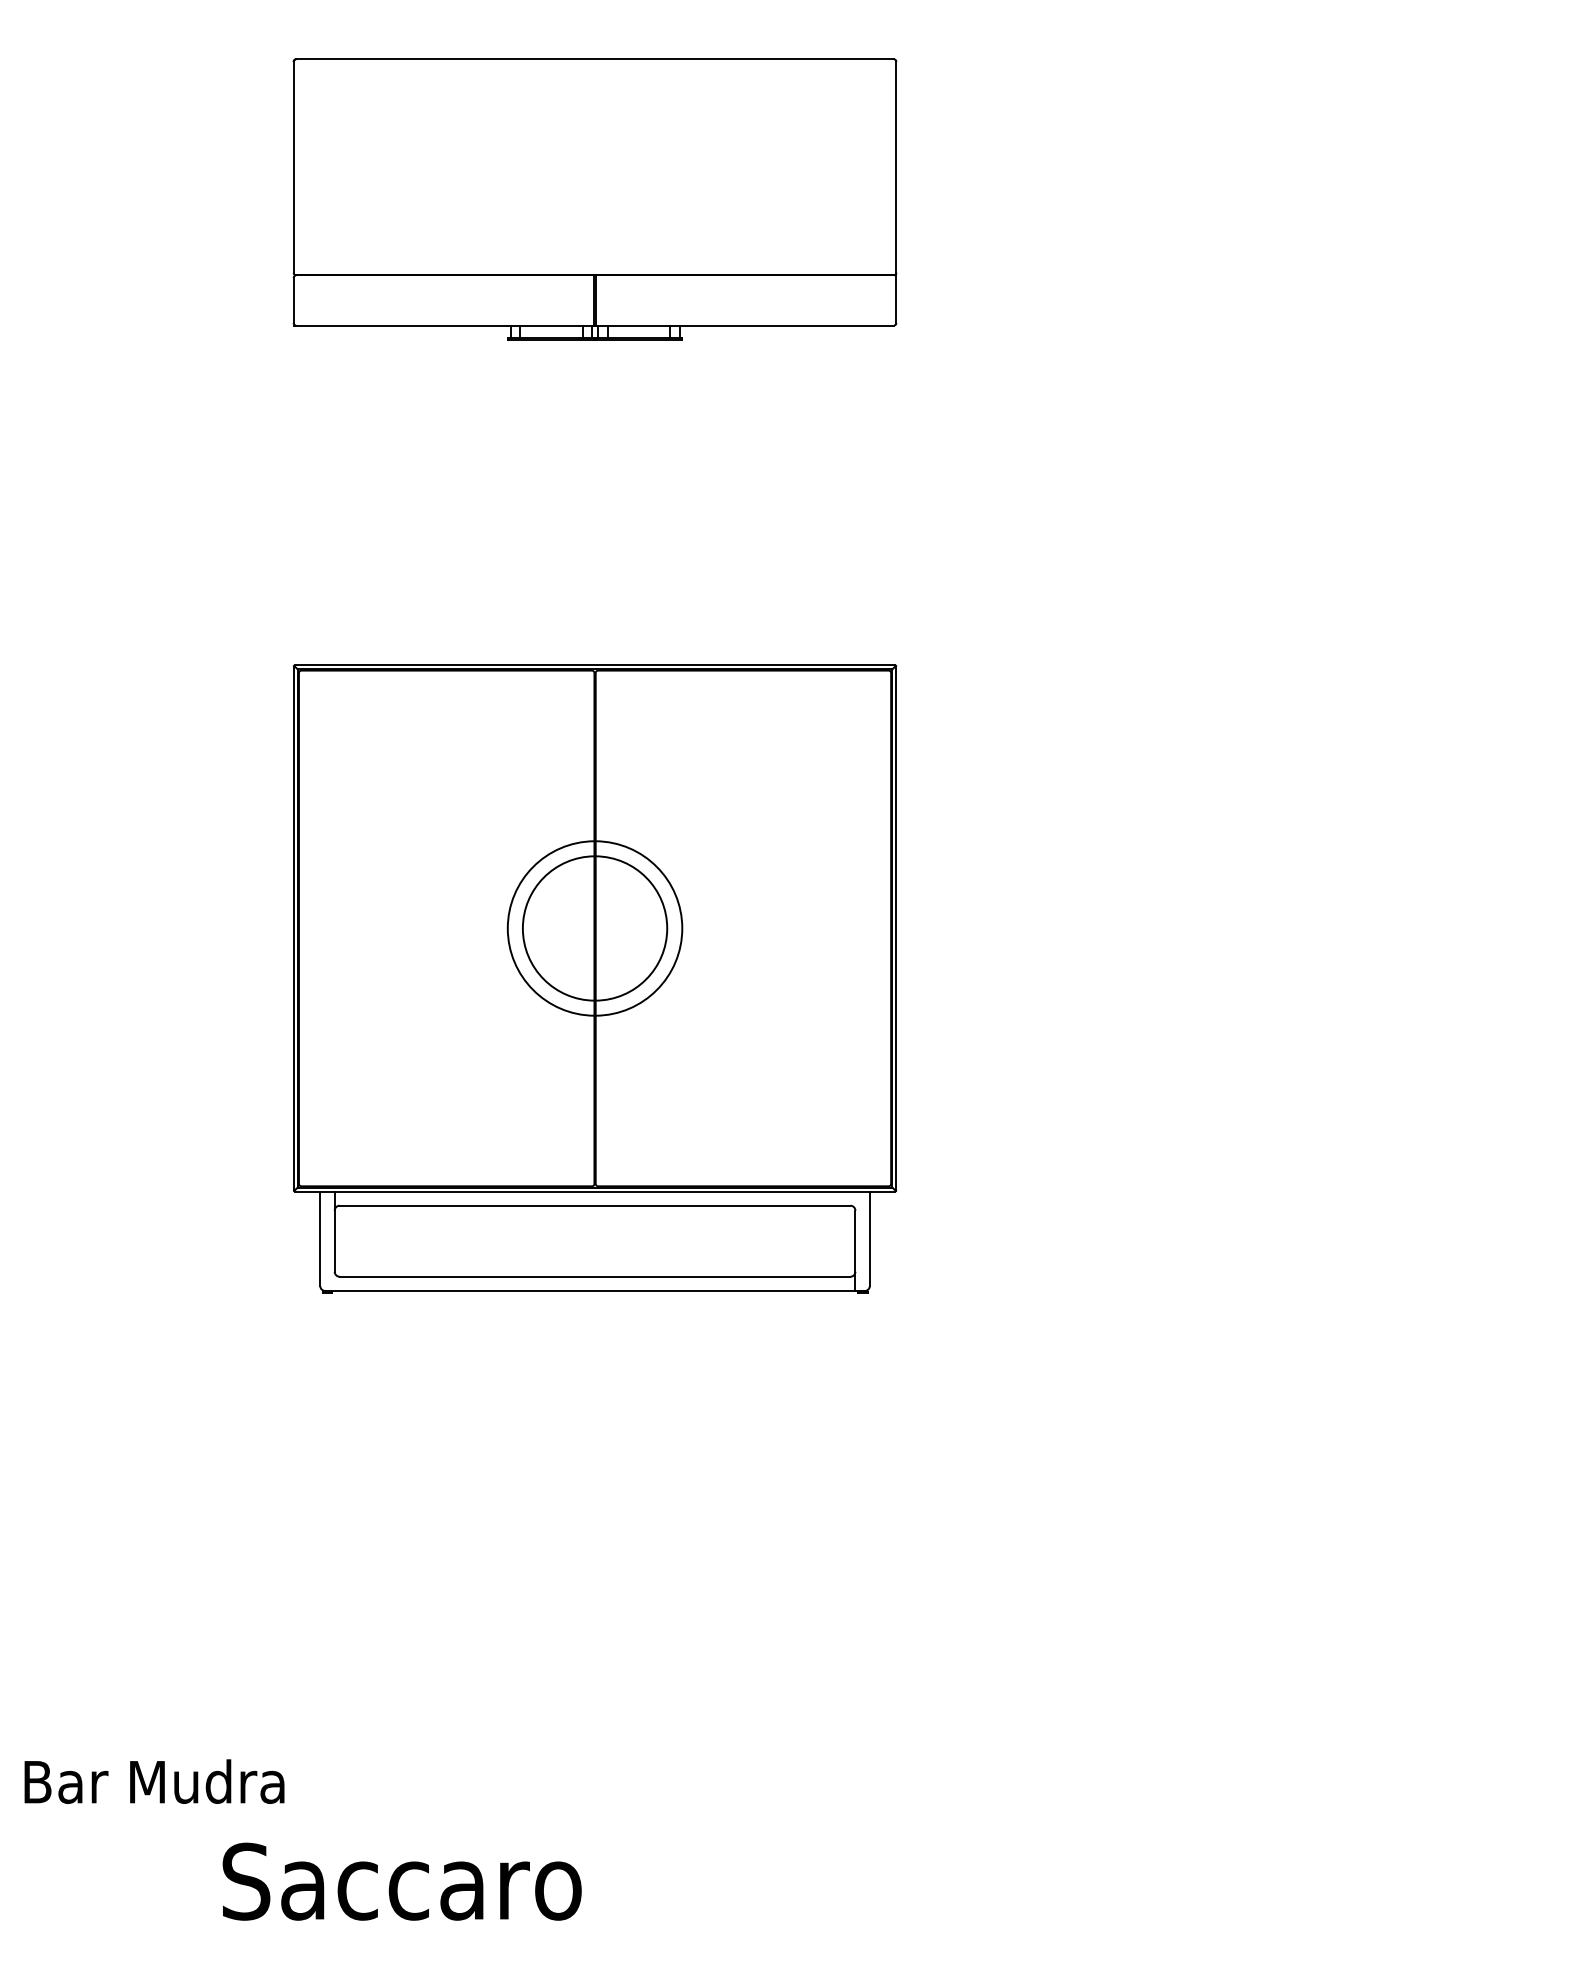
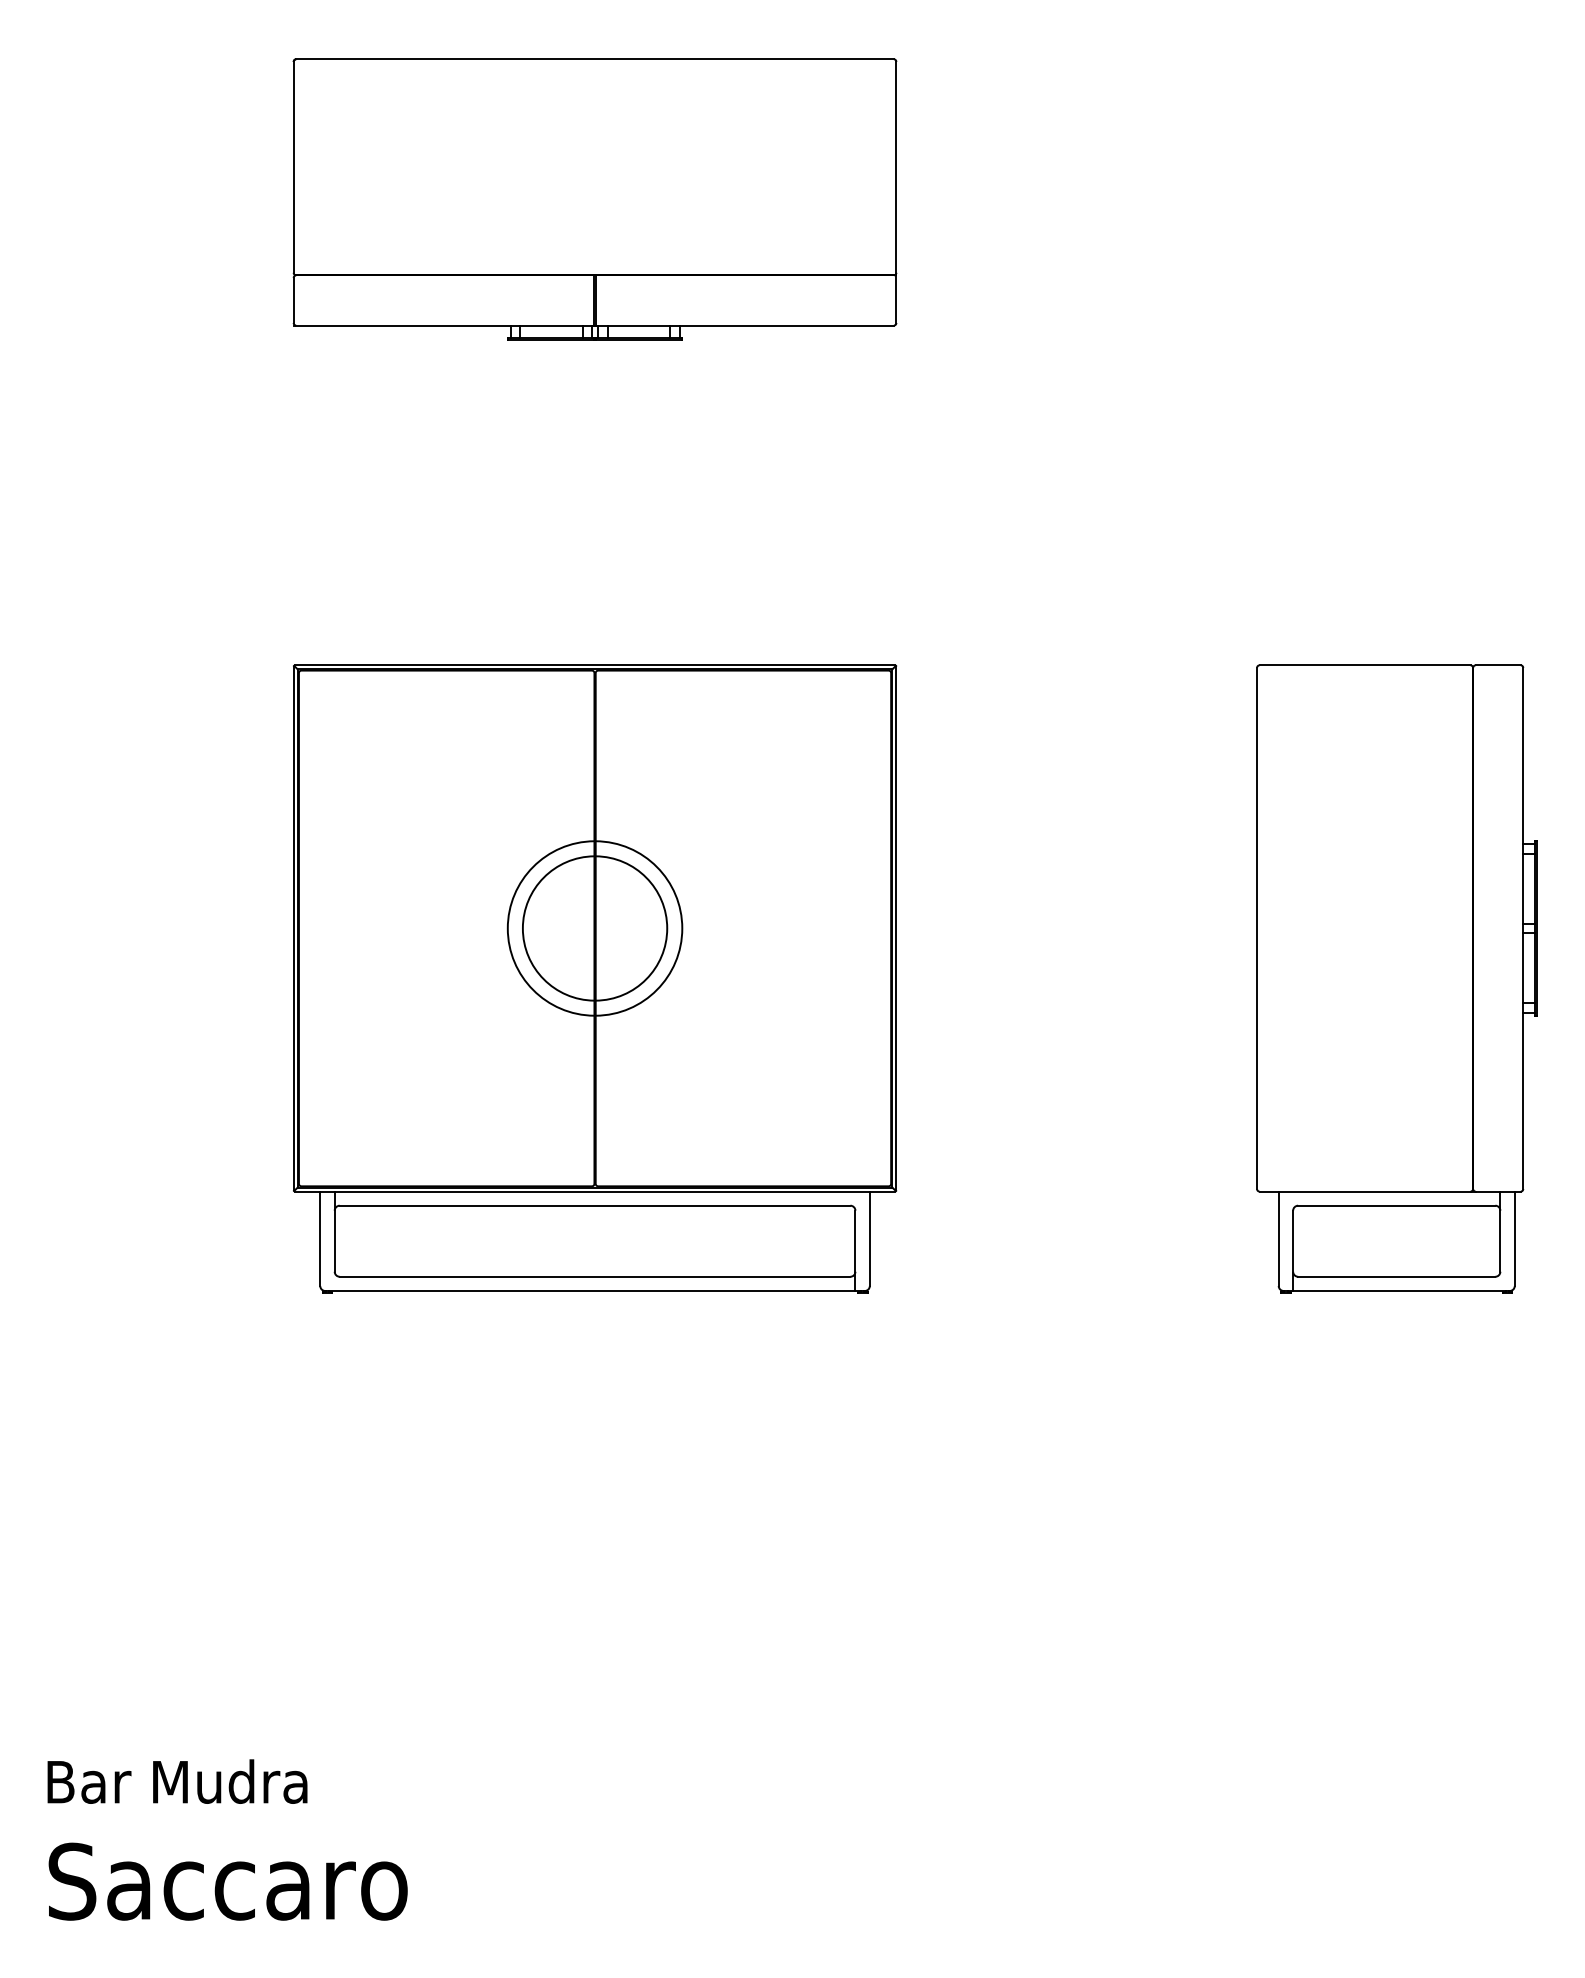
part at (1396, 978): none -> present
text at (154, 1781) position: (154, 1781) -> (177, 1781)
text at (401, 1881) position: (401, 1881) -> (227, 1881)
